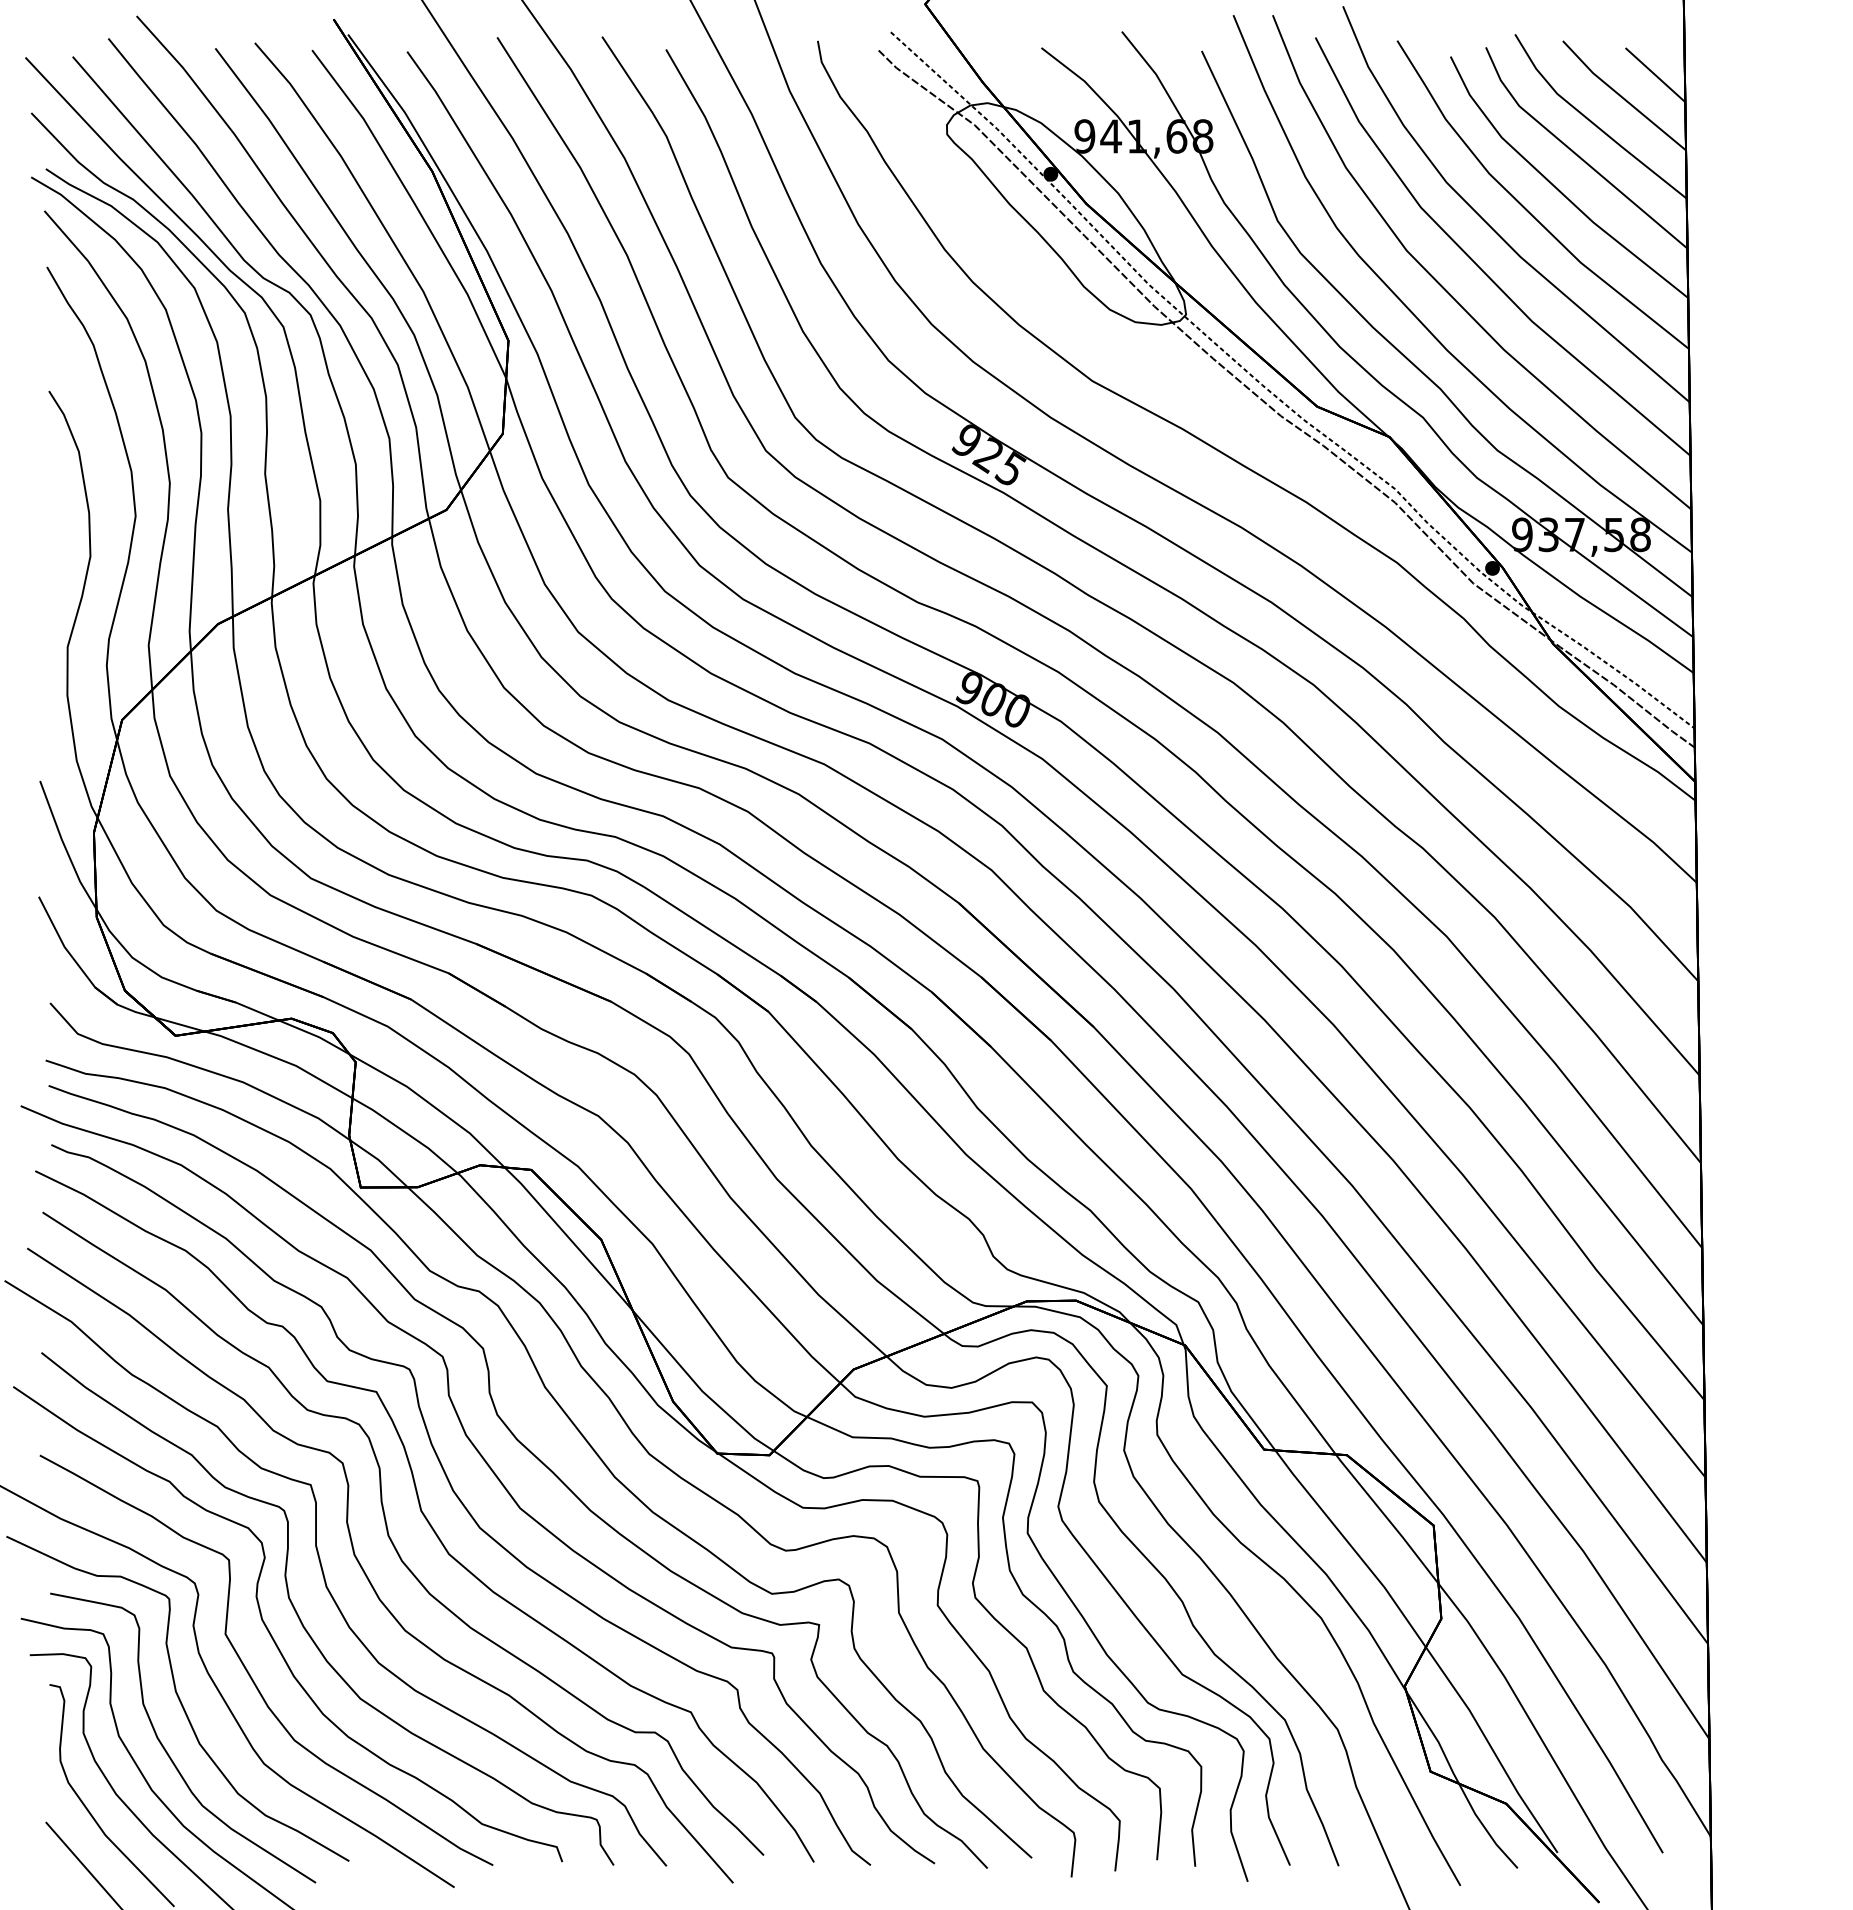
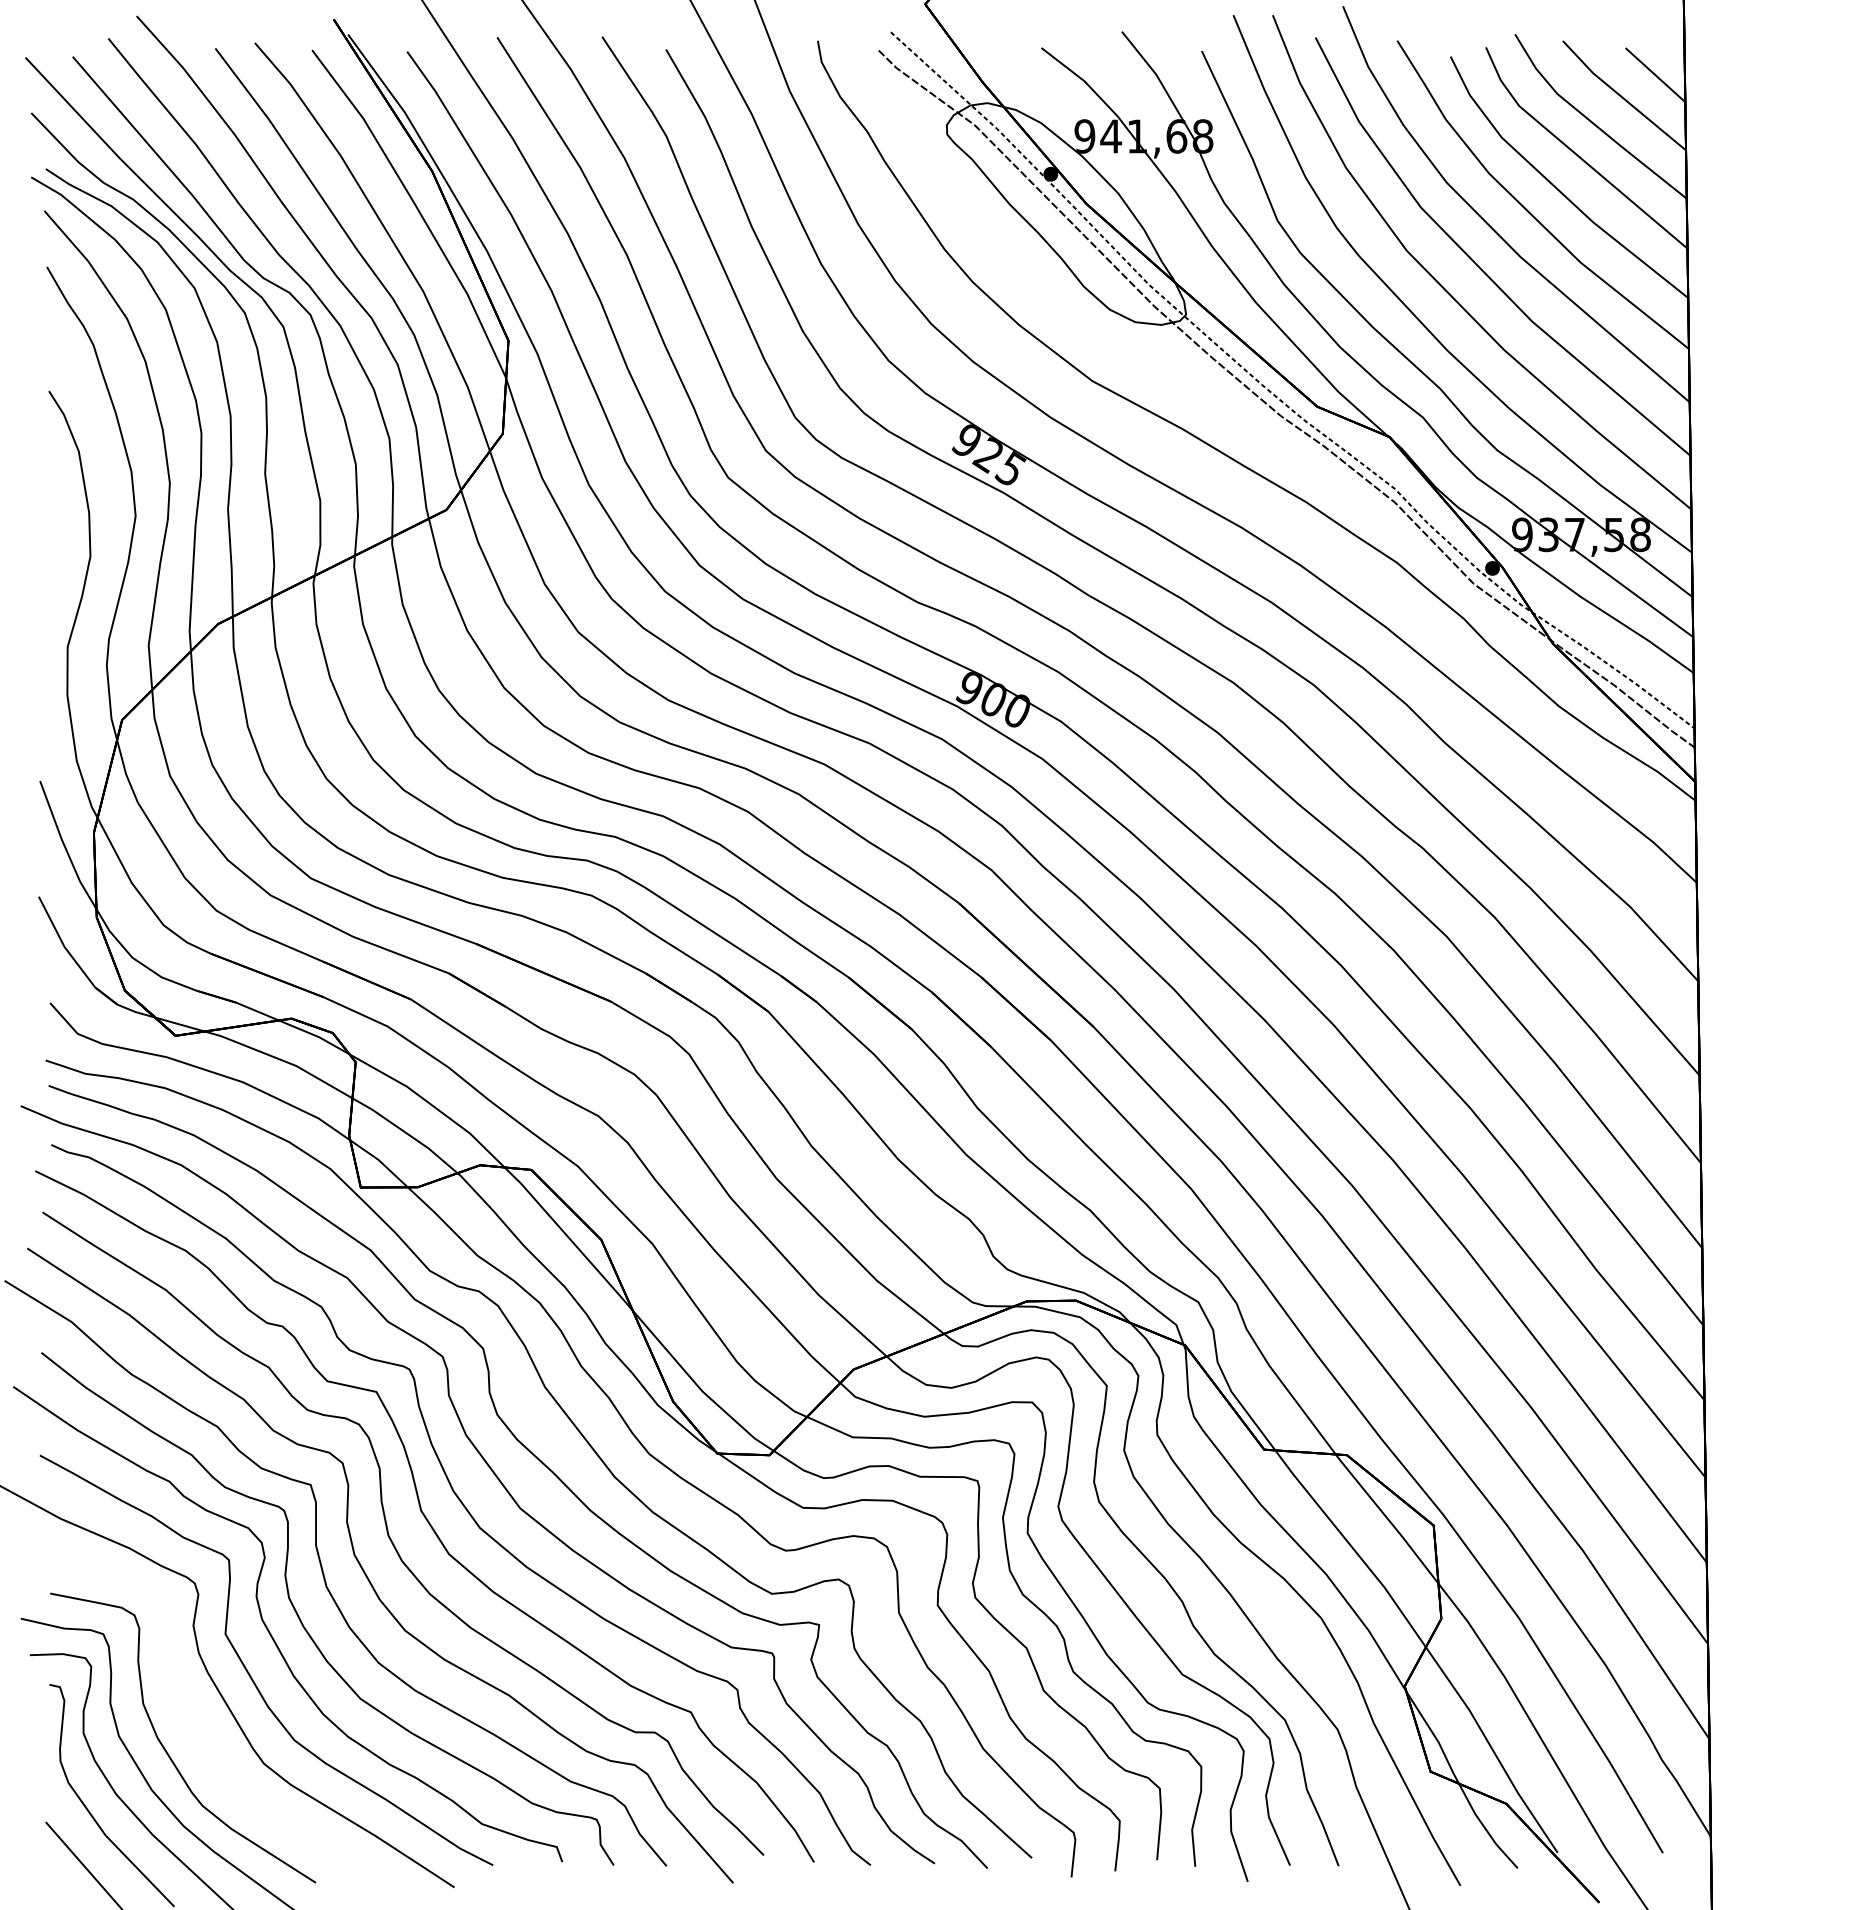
curve at (177, 1697): present -> none
